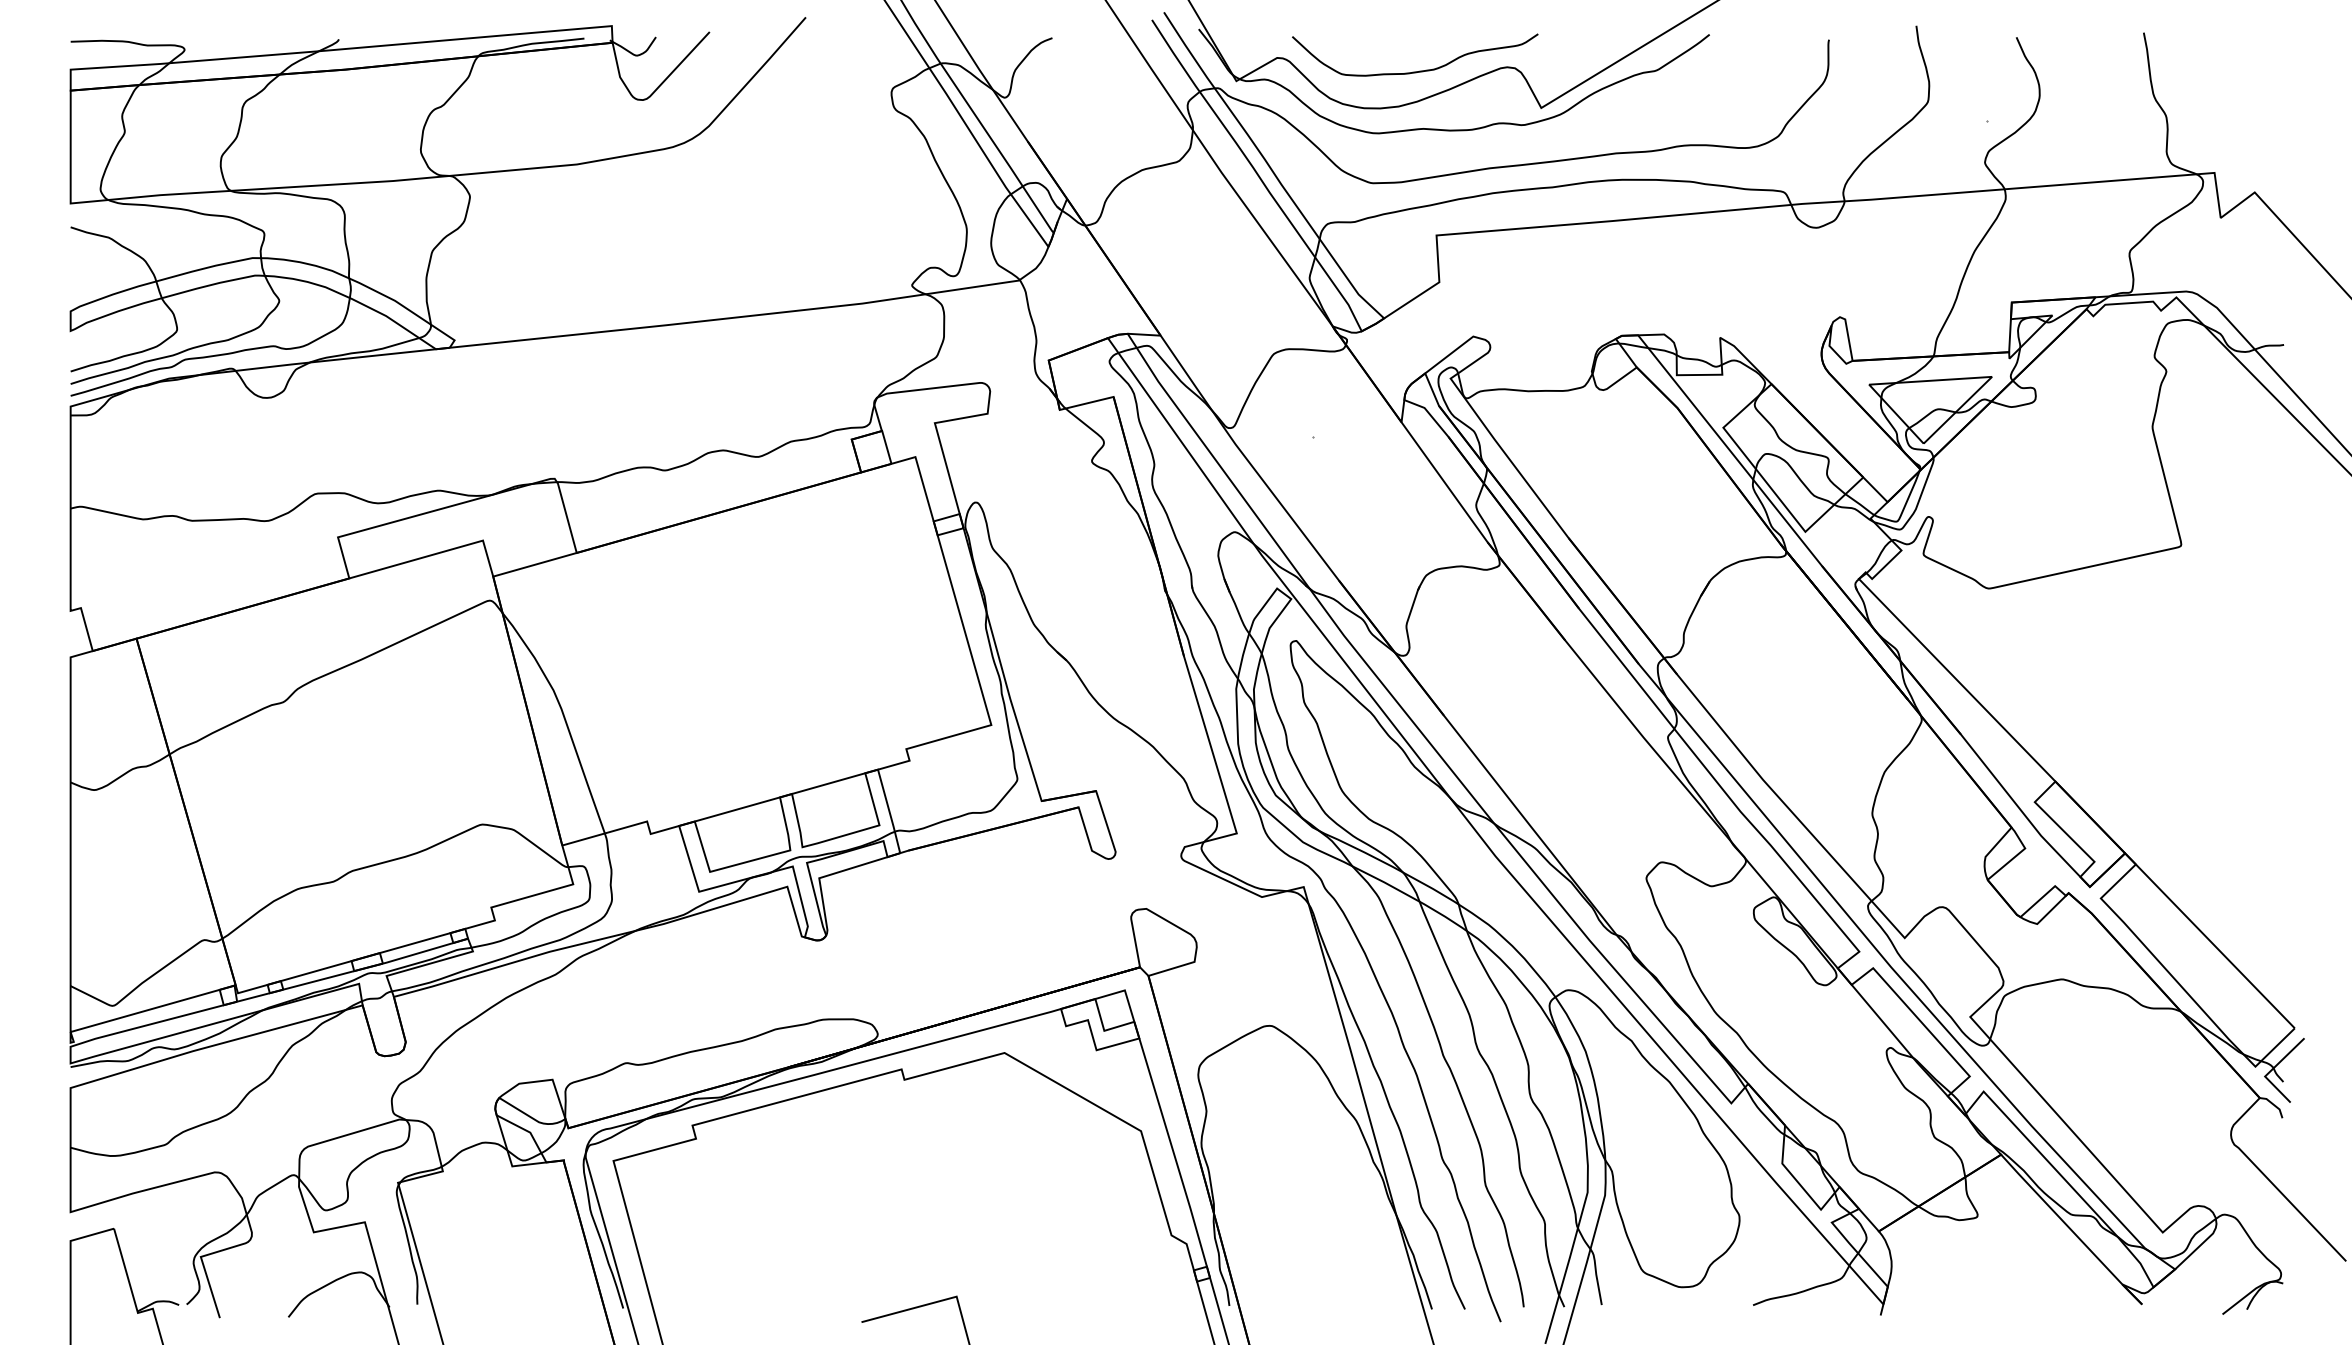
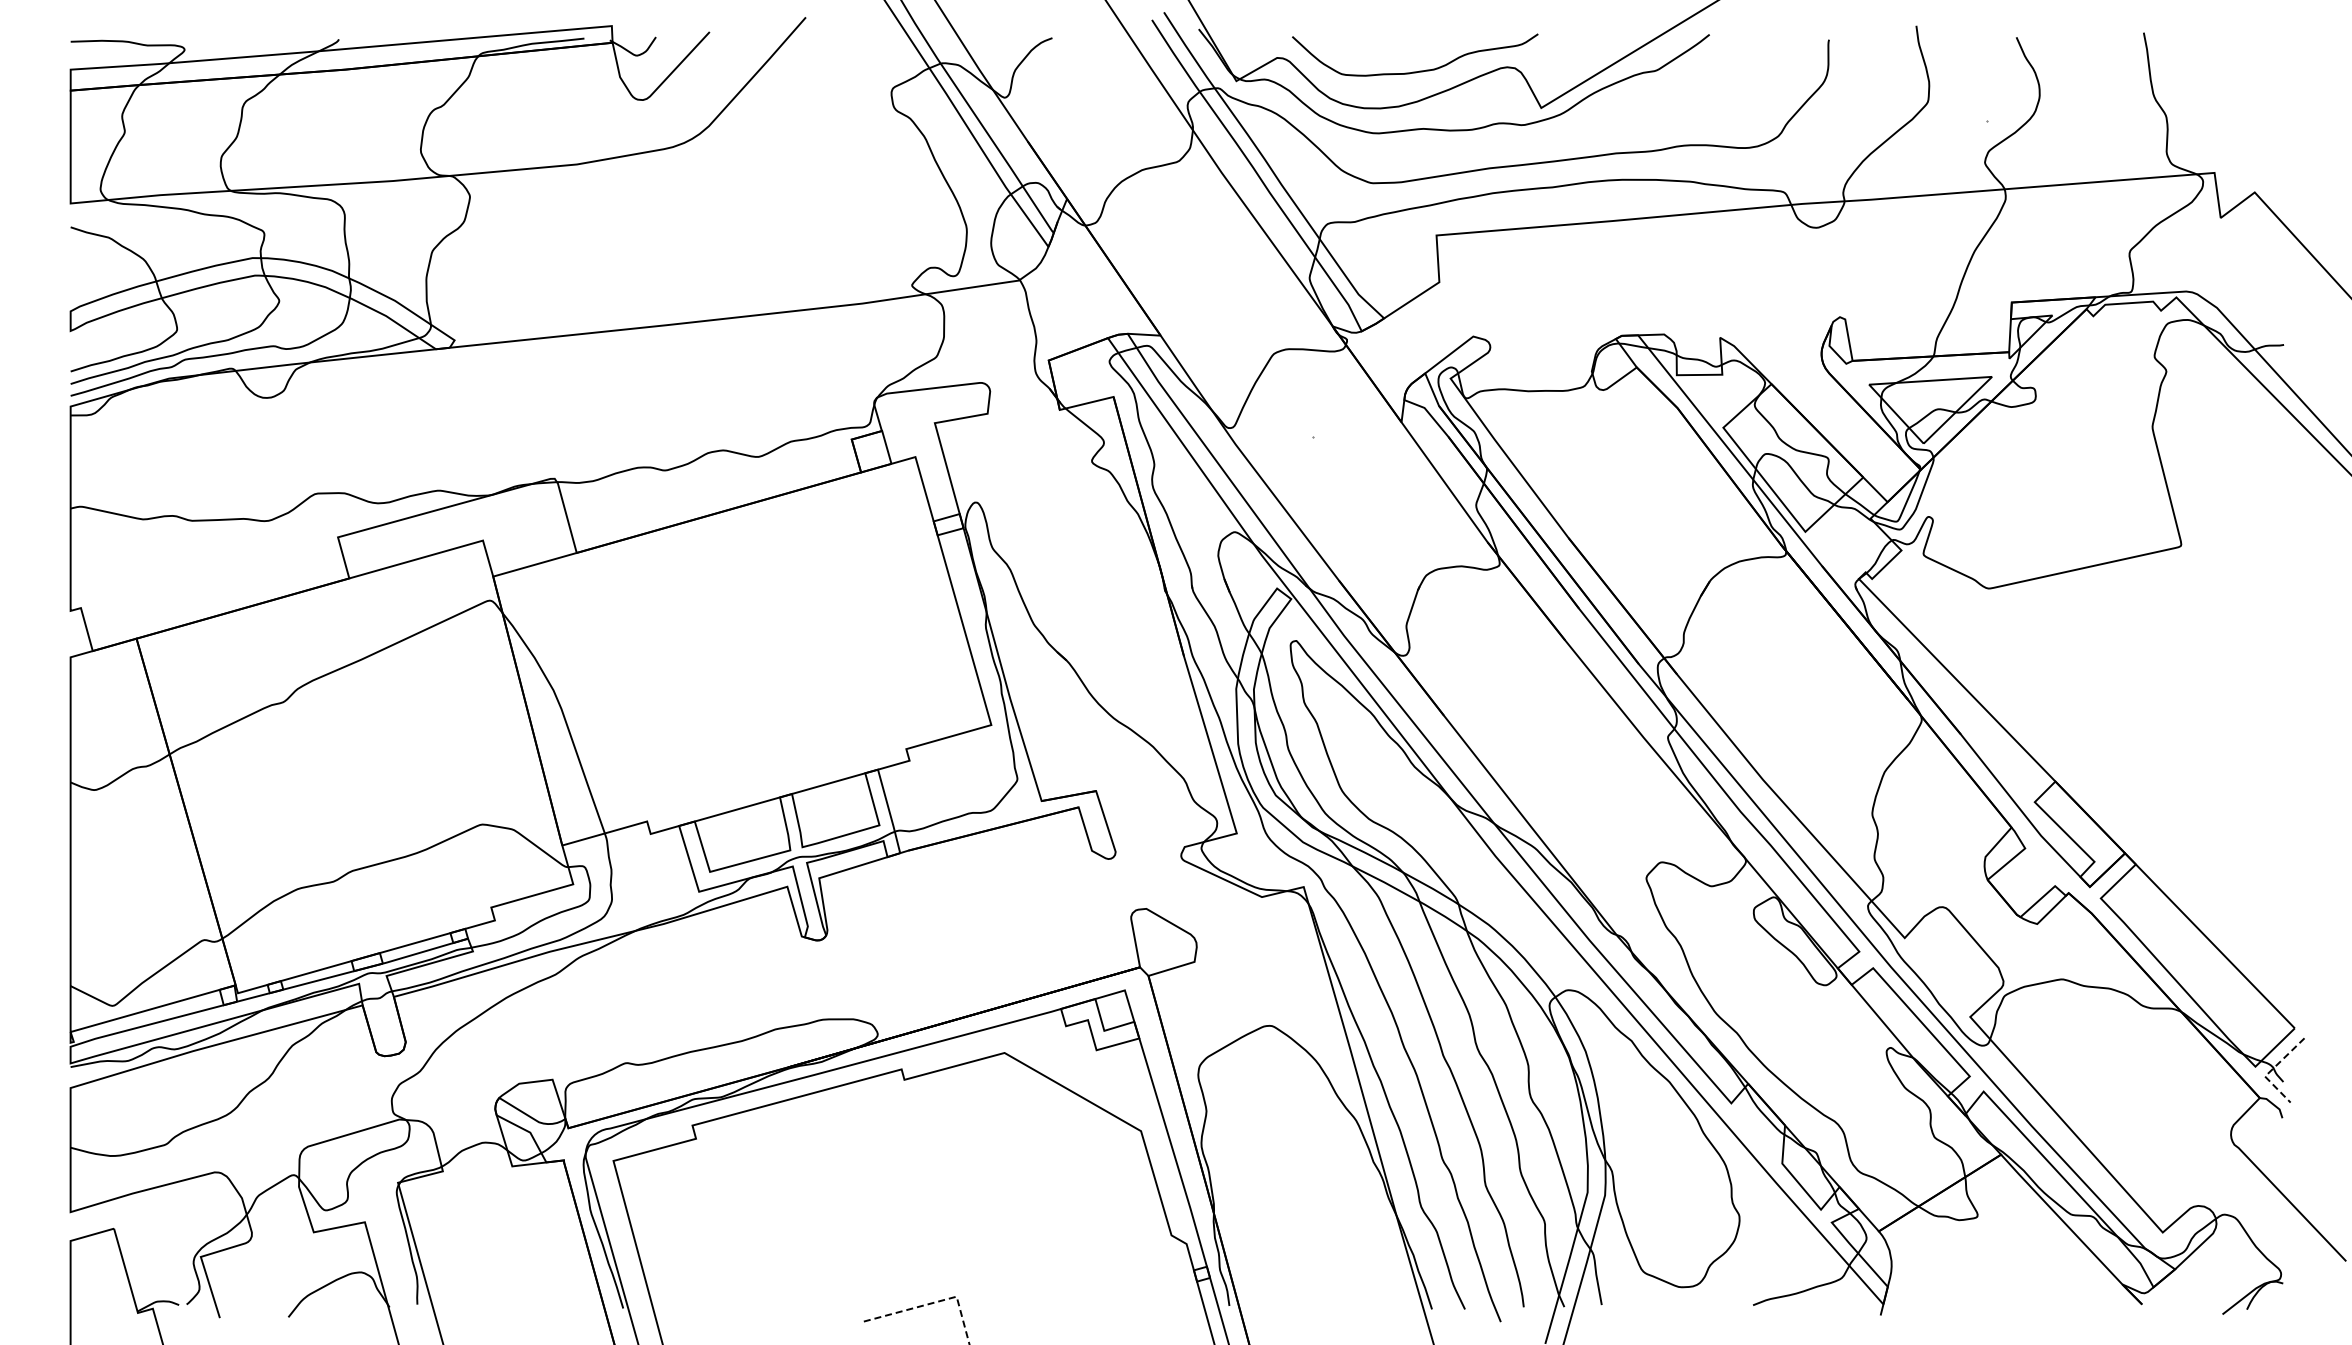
line at (2270, 1070): solid -> dashed
line at (933, 1302): solid -> dashed
